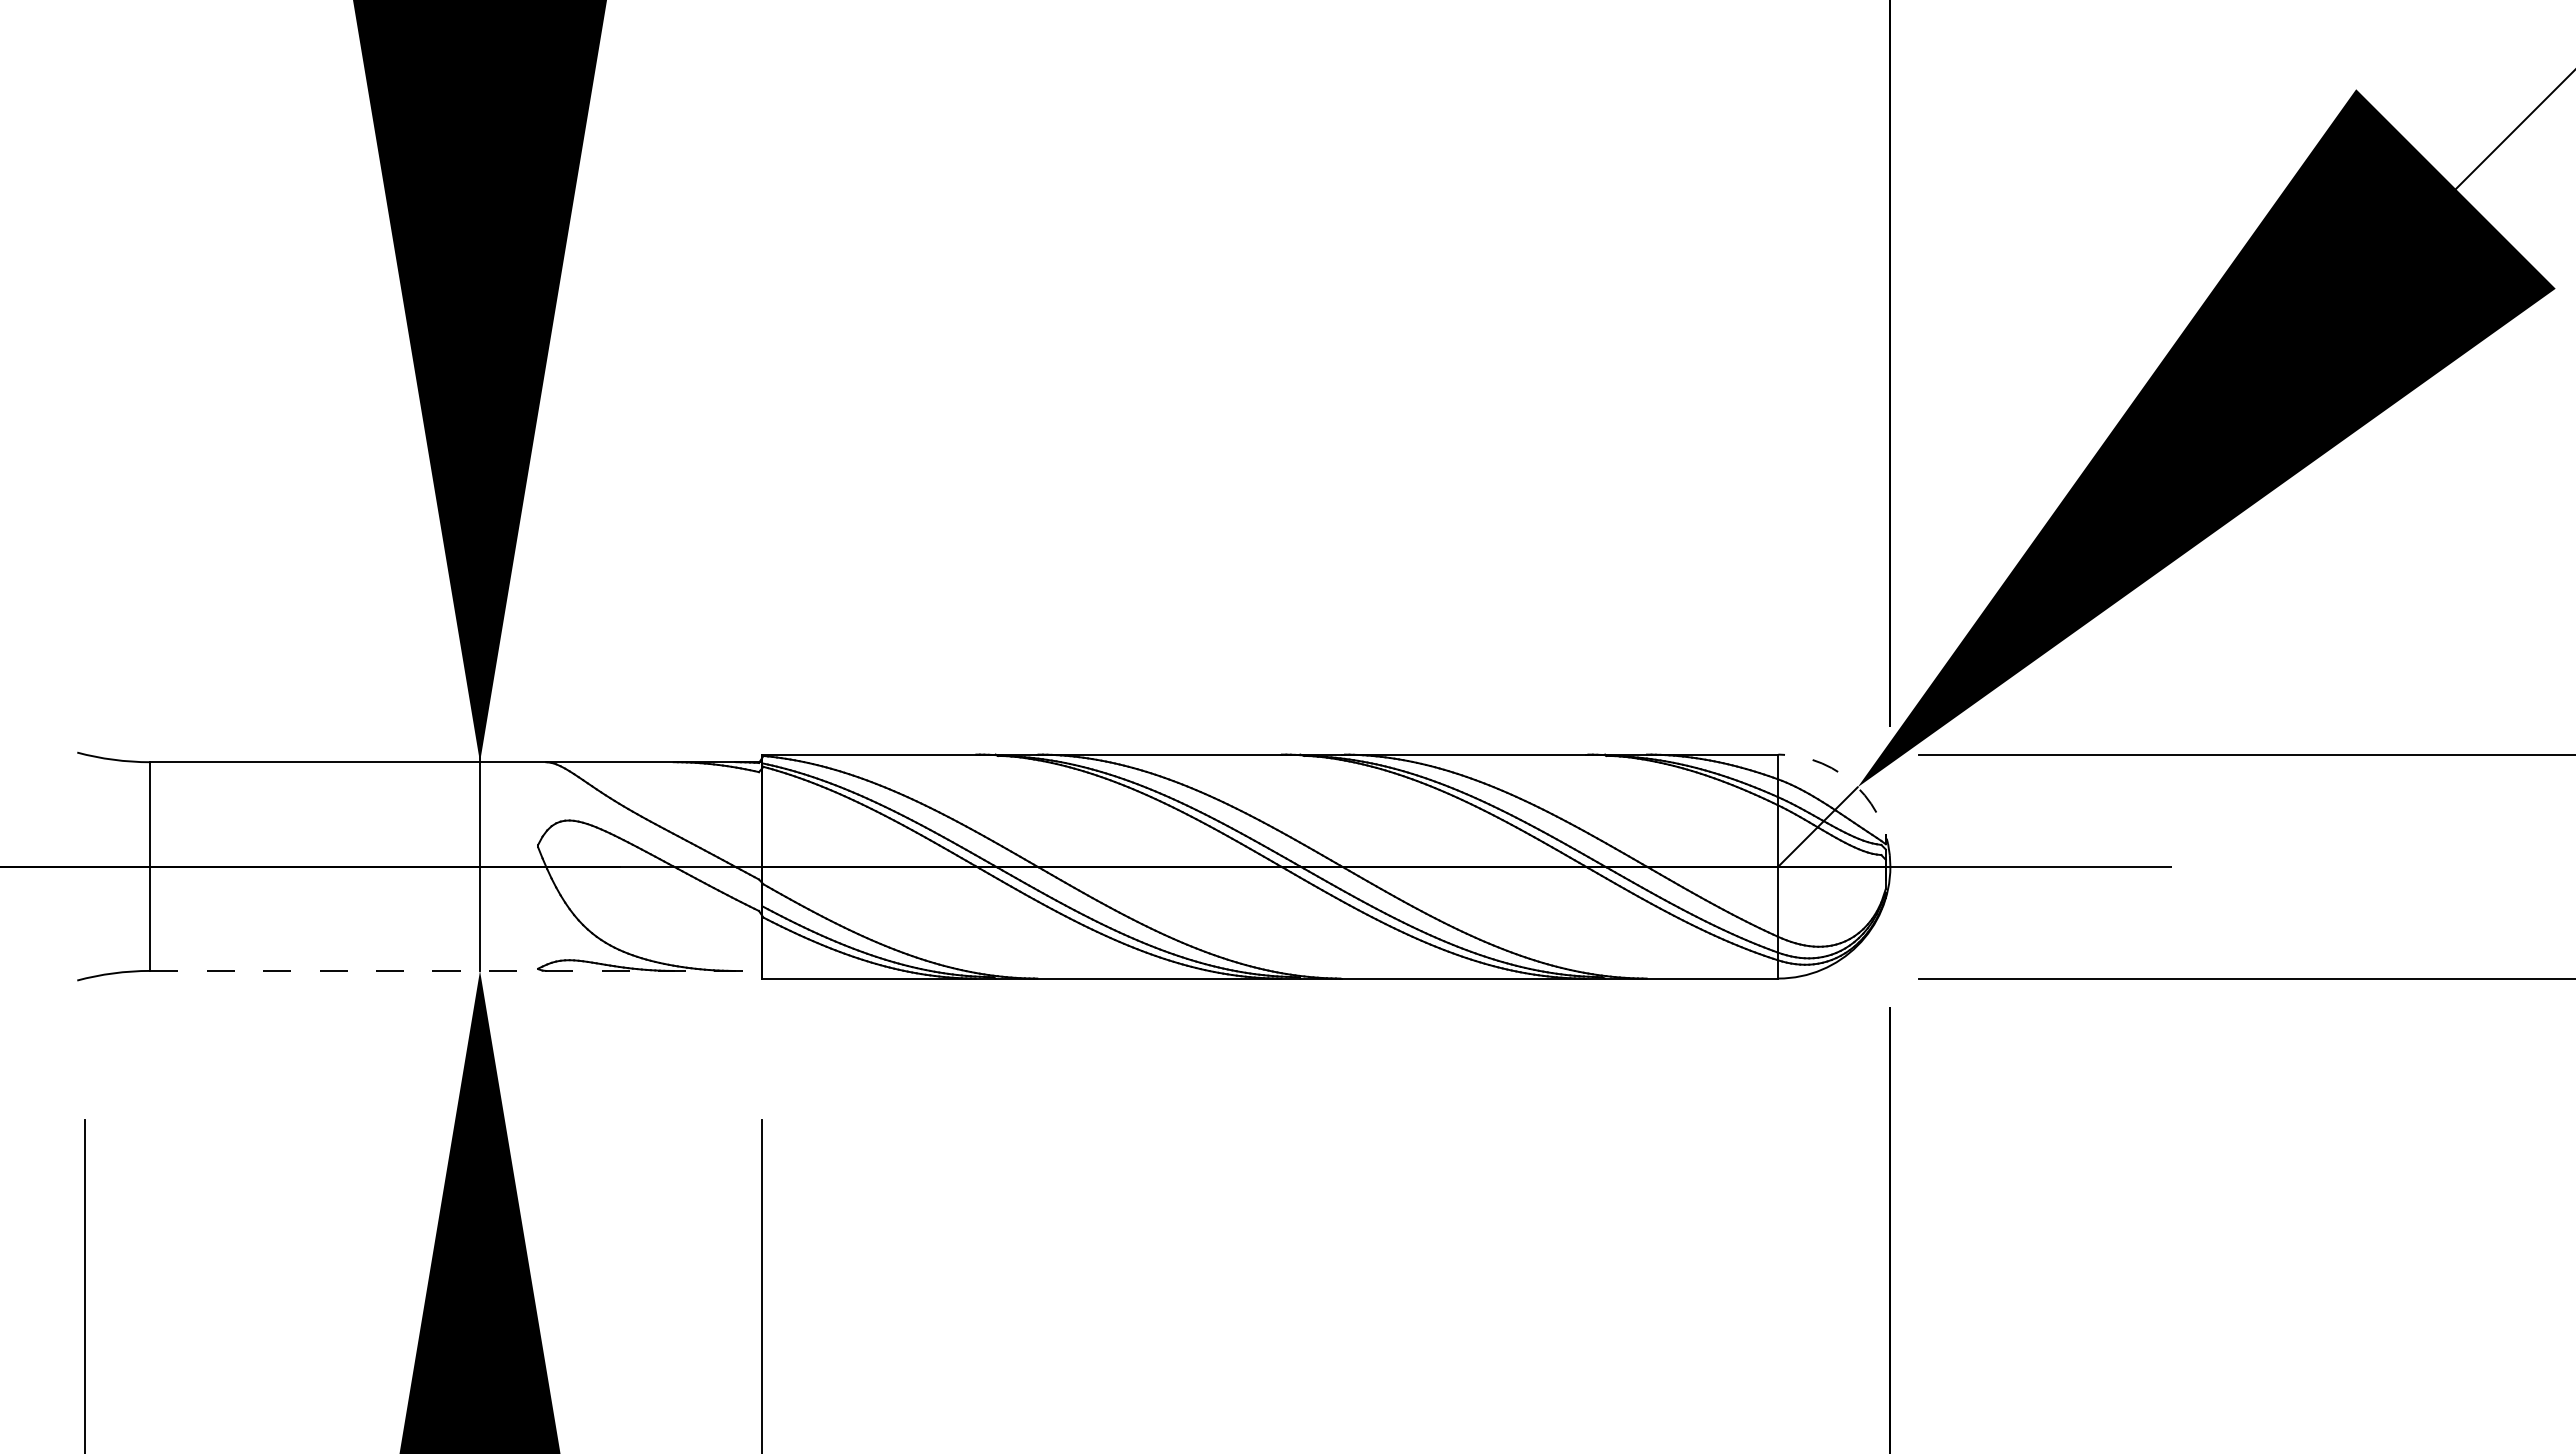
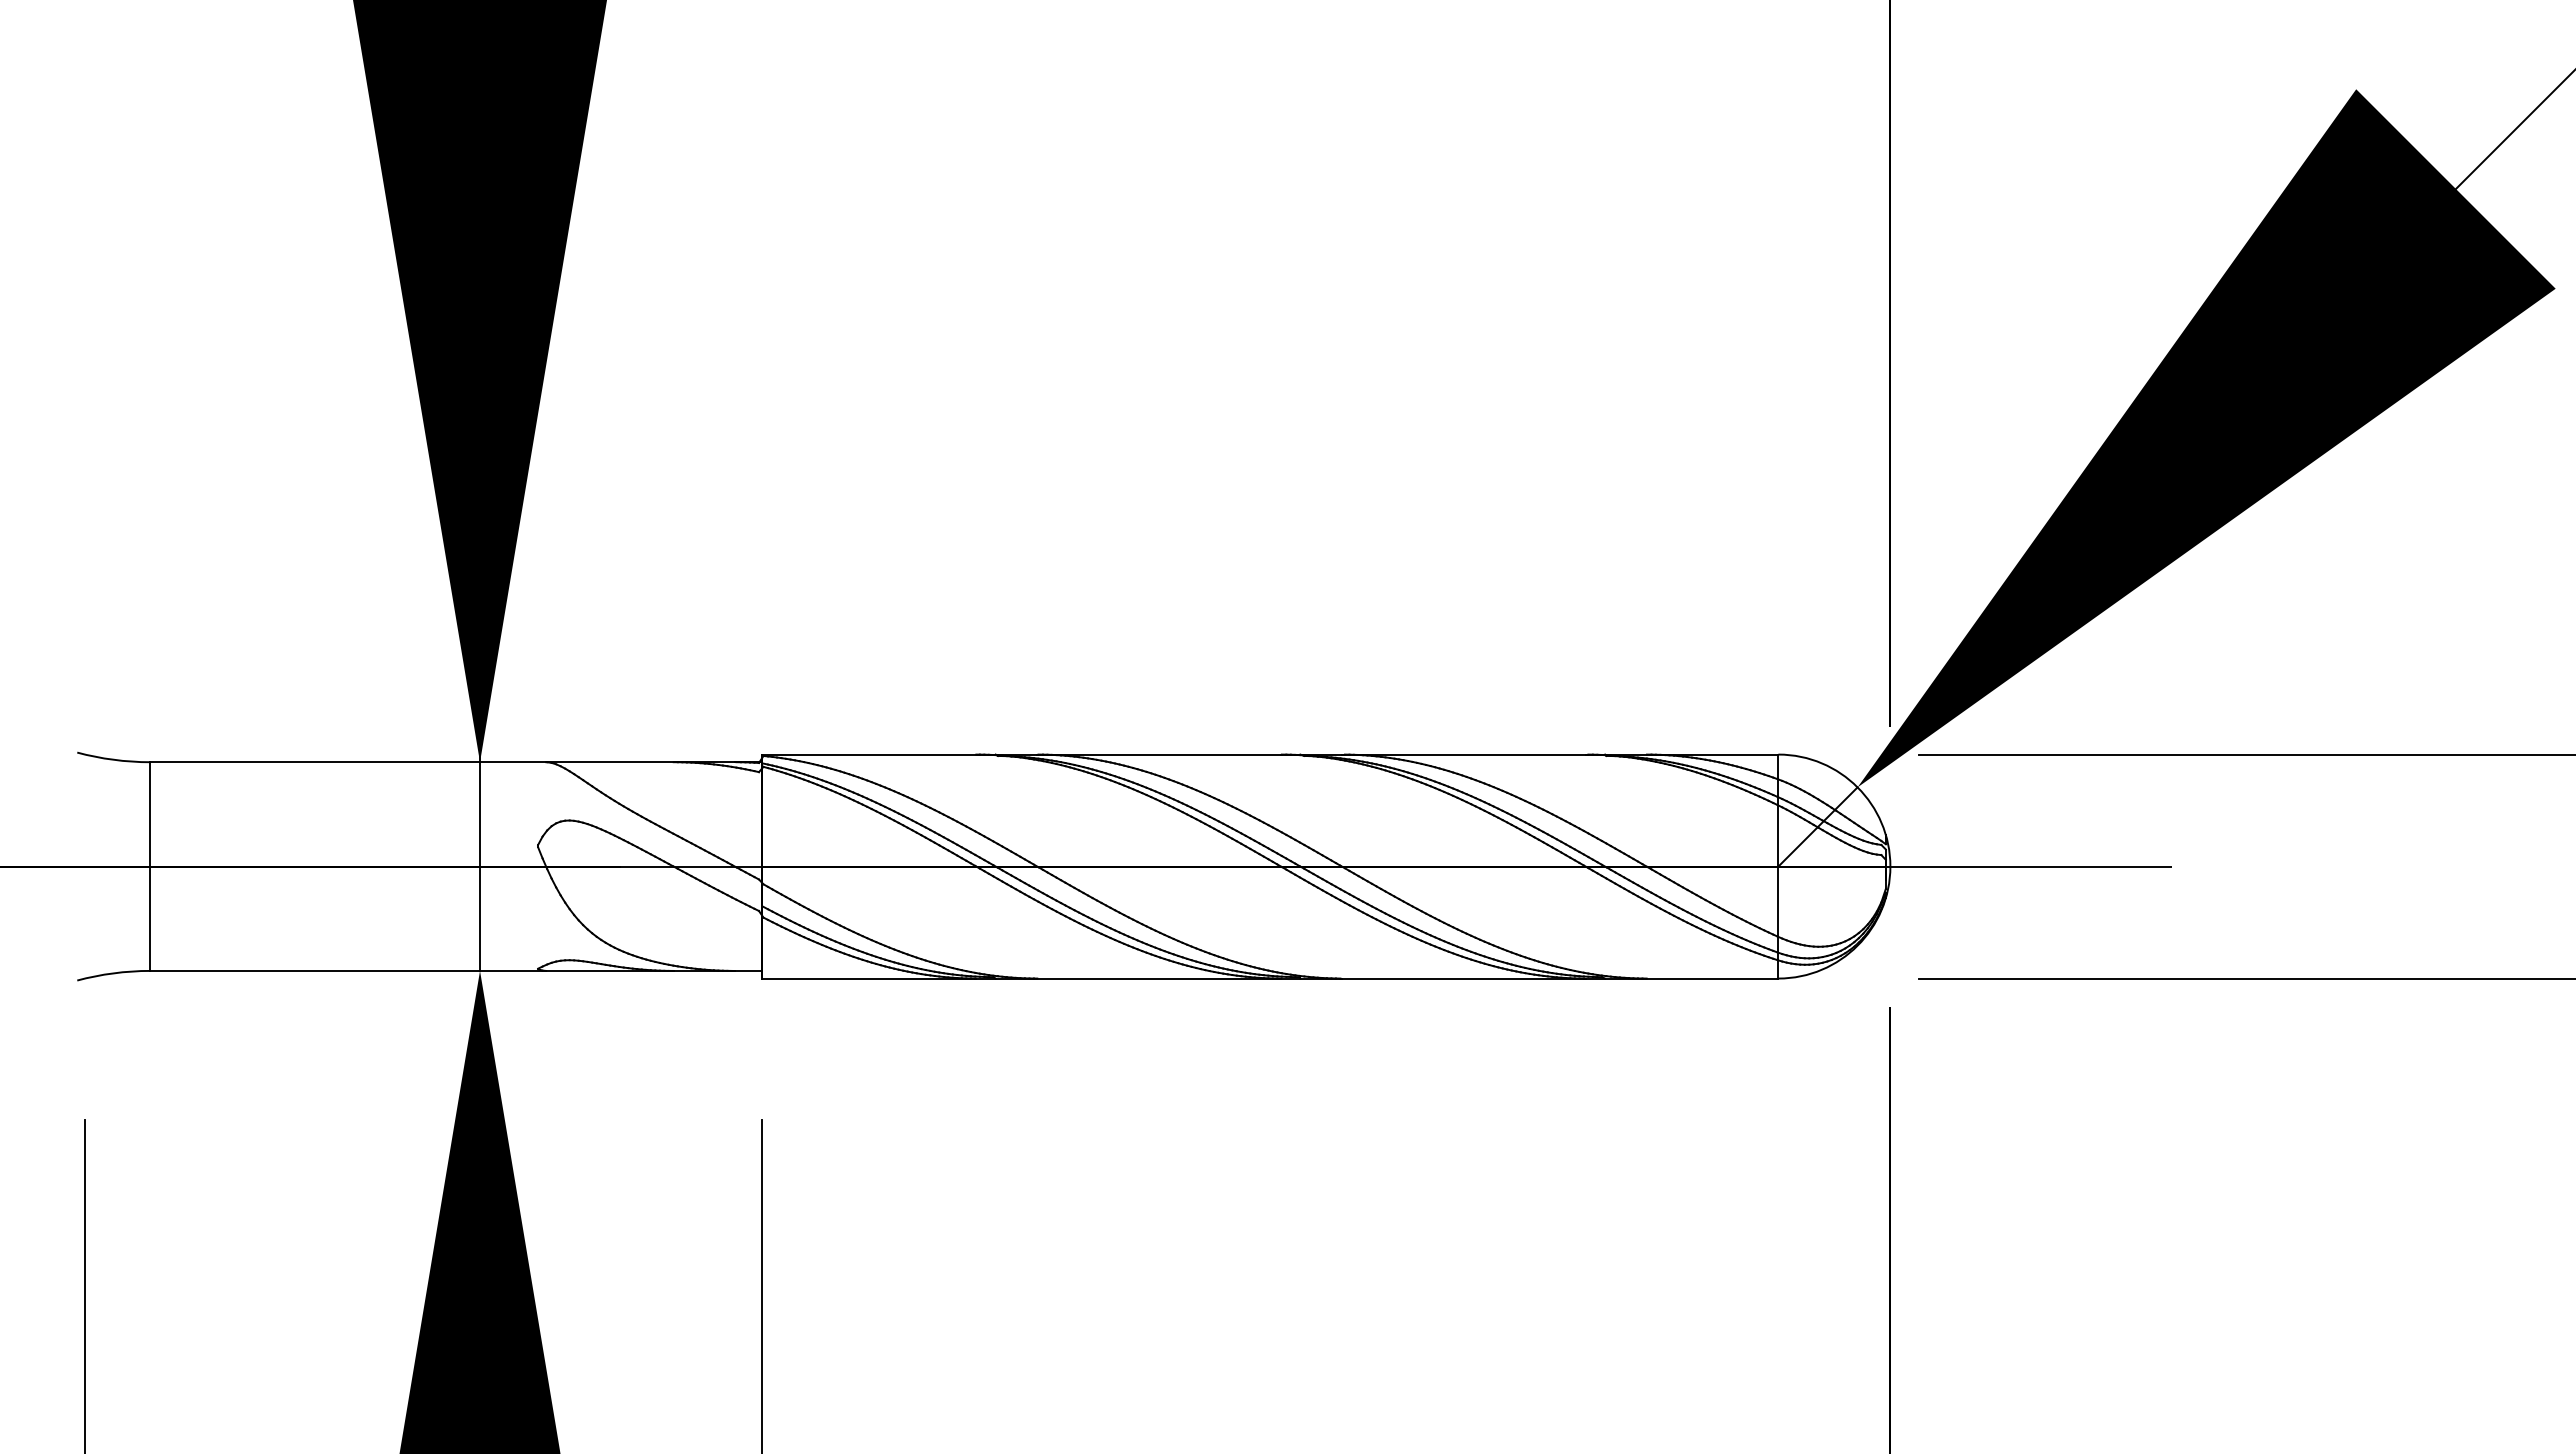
arc at (1857, 787): dashed -> solid
line at (456, 970): dashed -> solid
